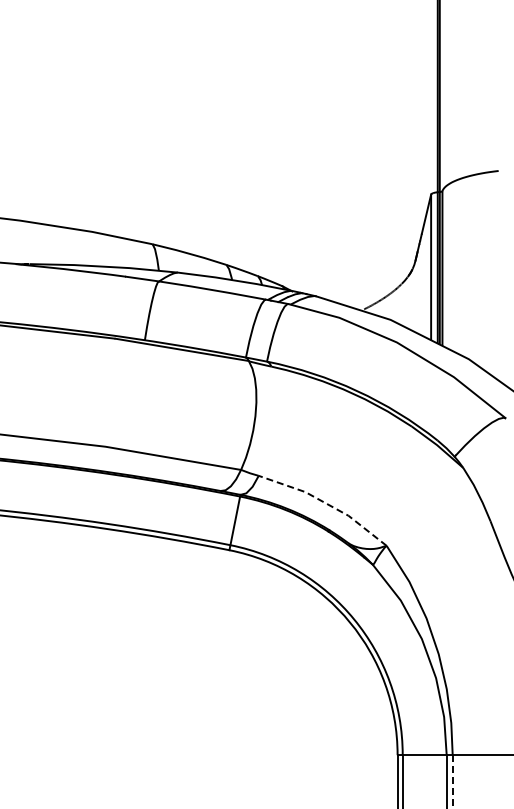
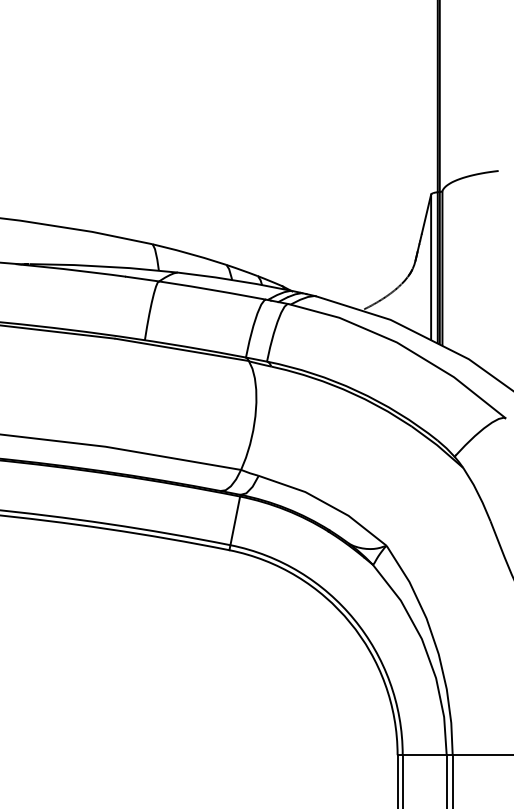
line at (326, 503): dashed -> solid
line at (452, 781): dashed -> solid
